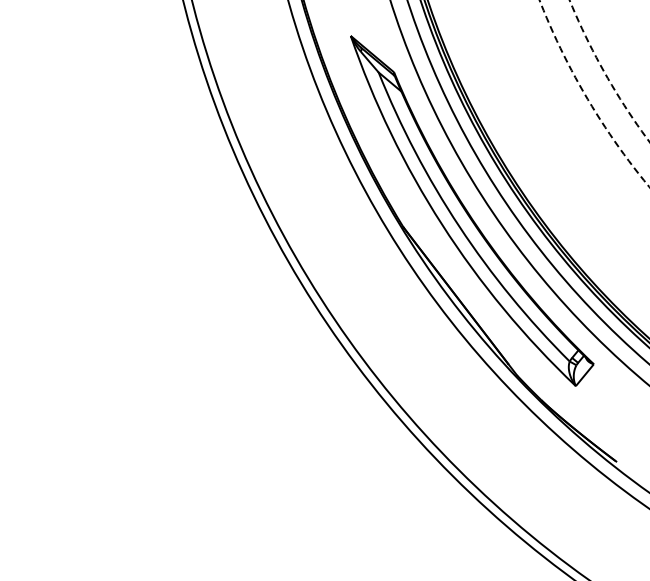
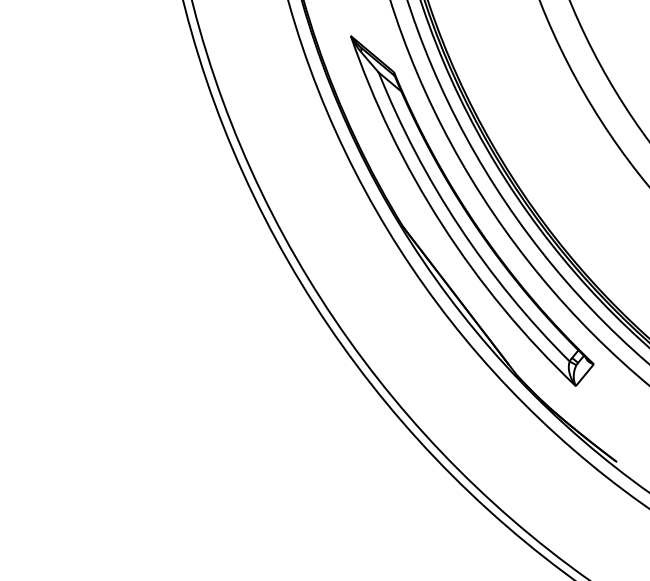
circle at (609, 70): dashed -> solid
circle at (594, 93): dashed -> solid
